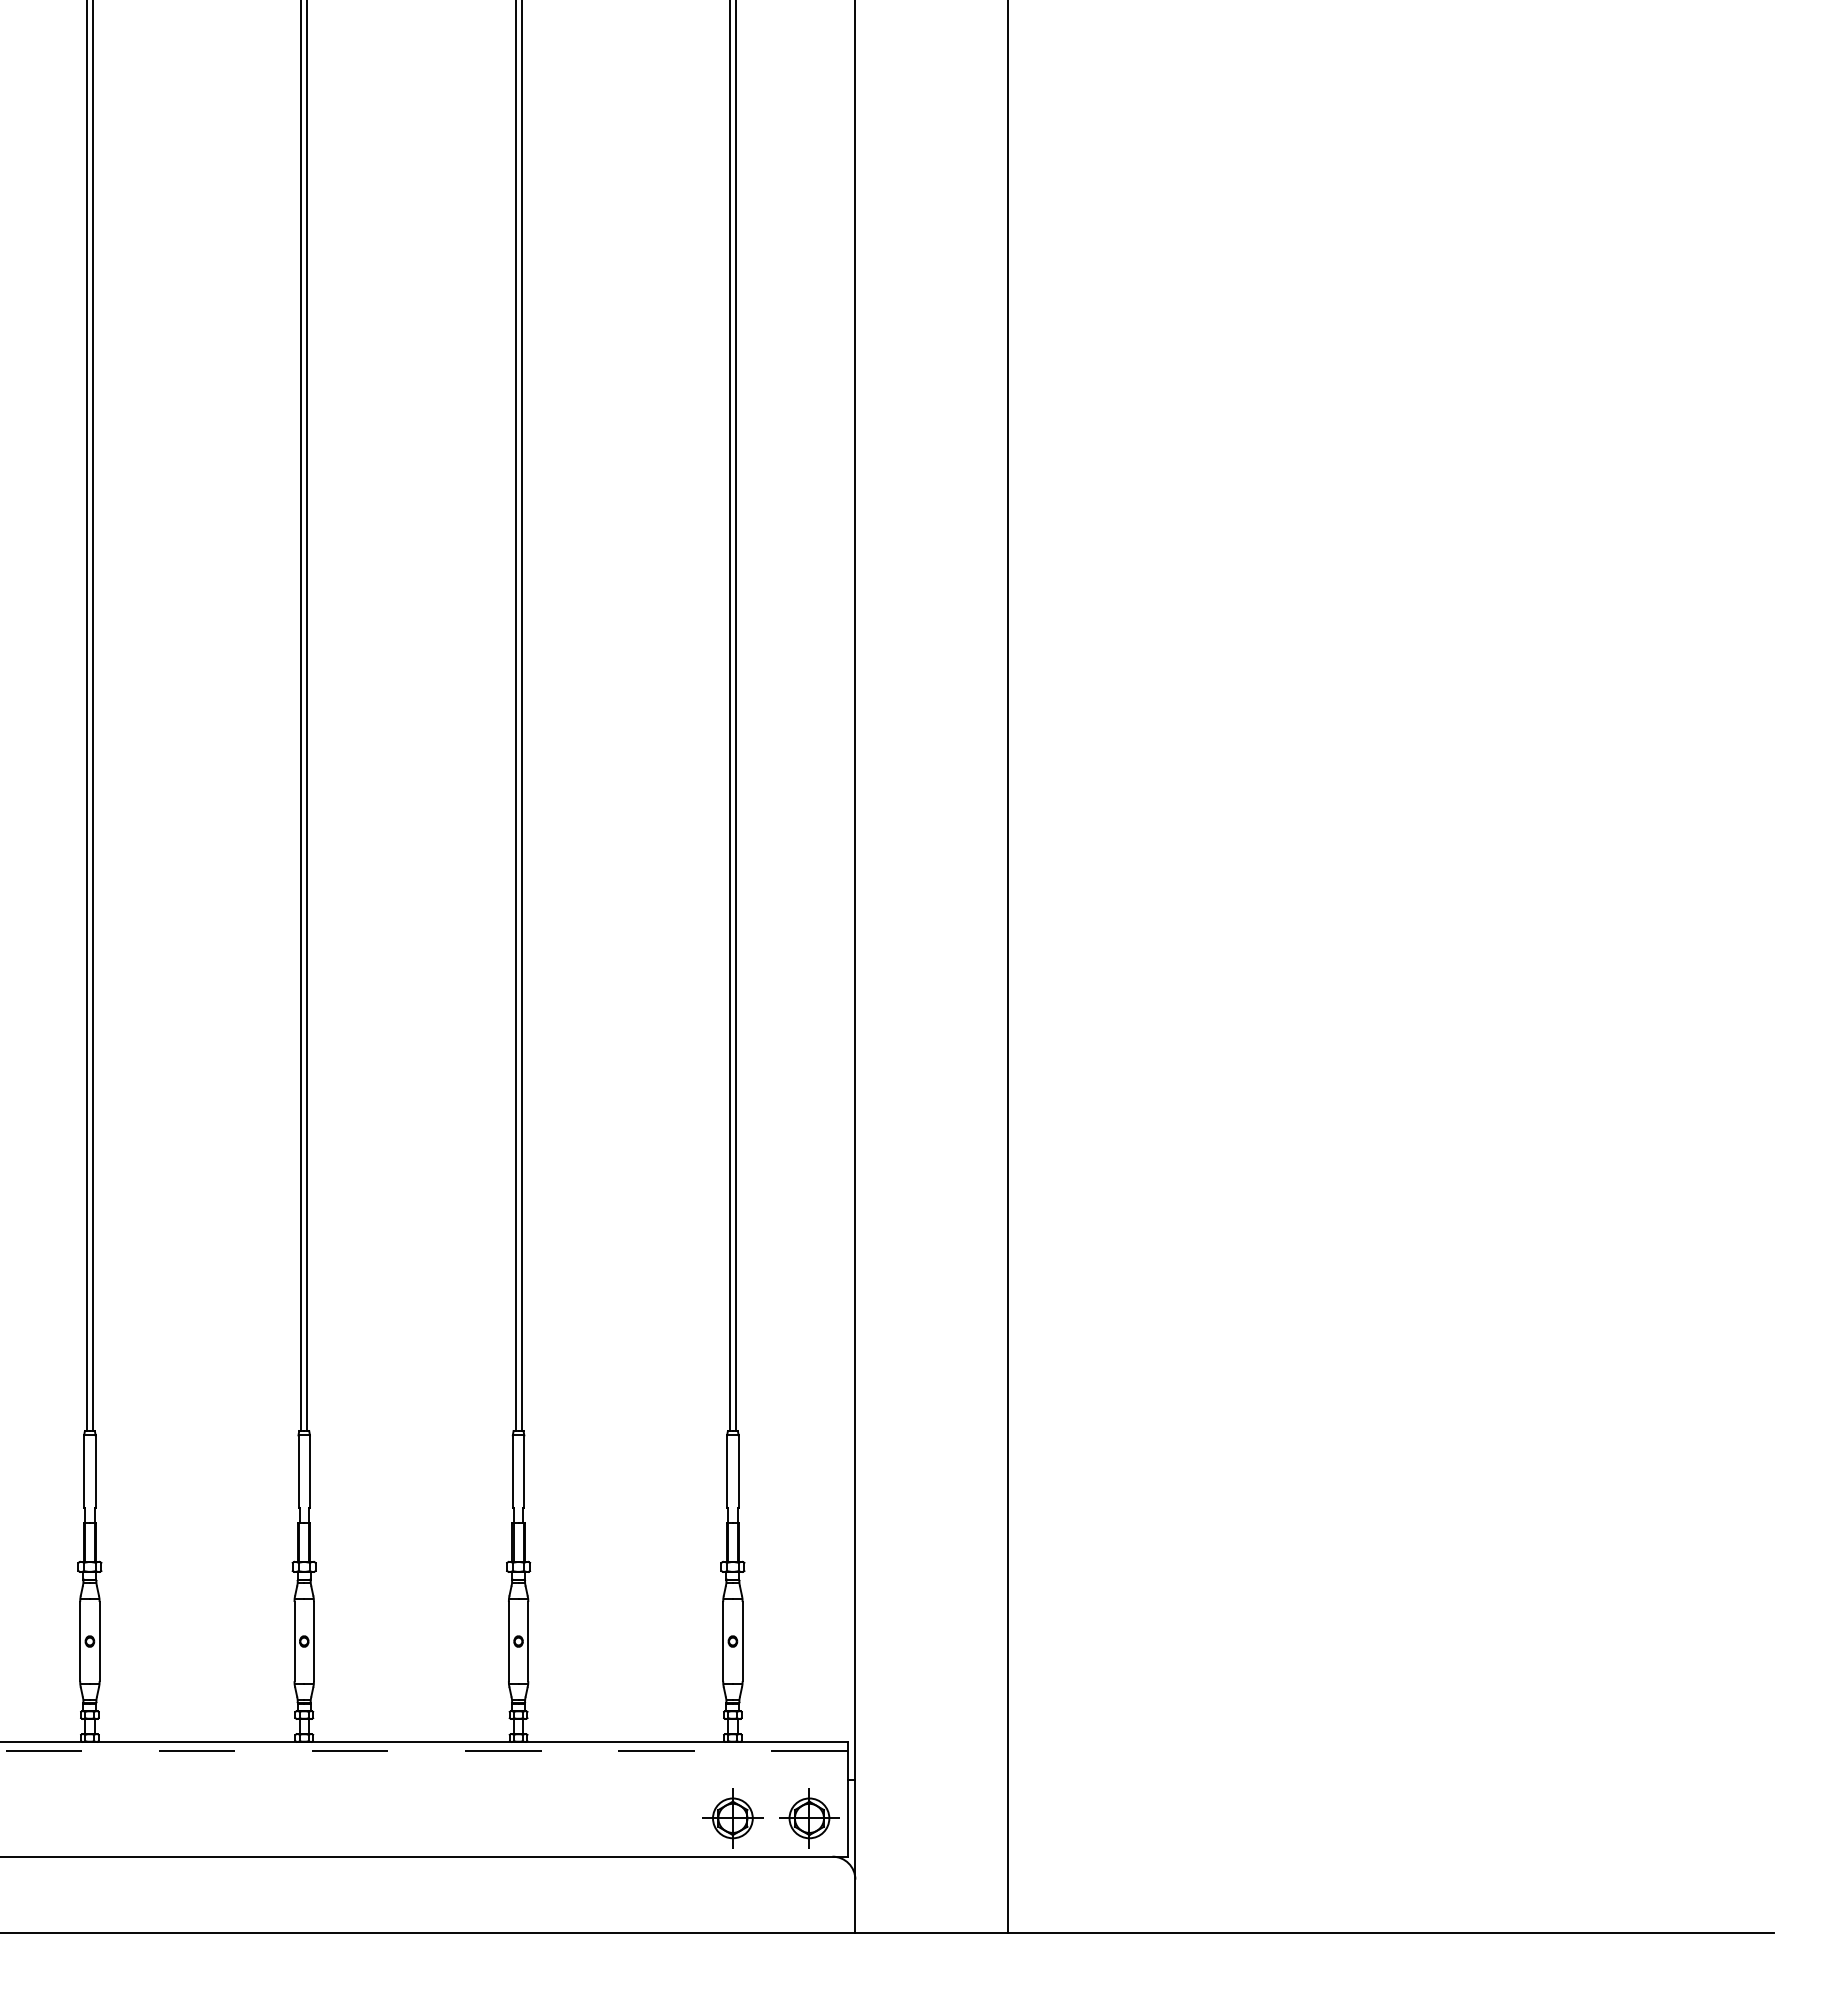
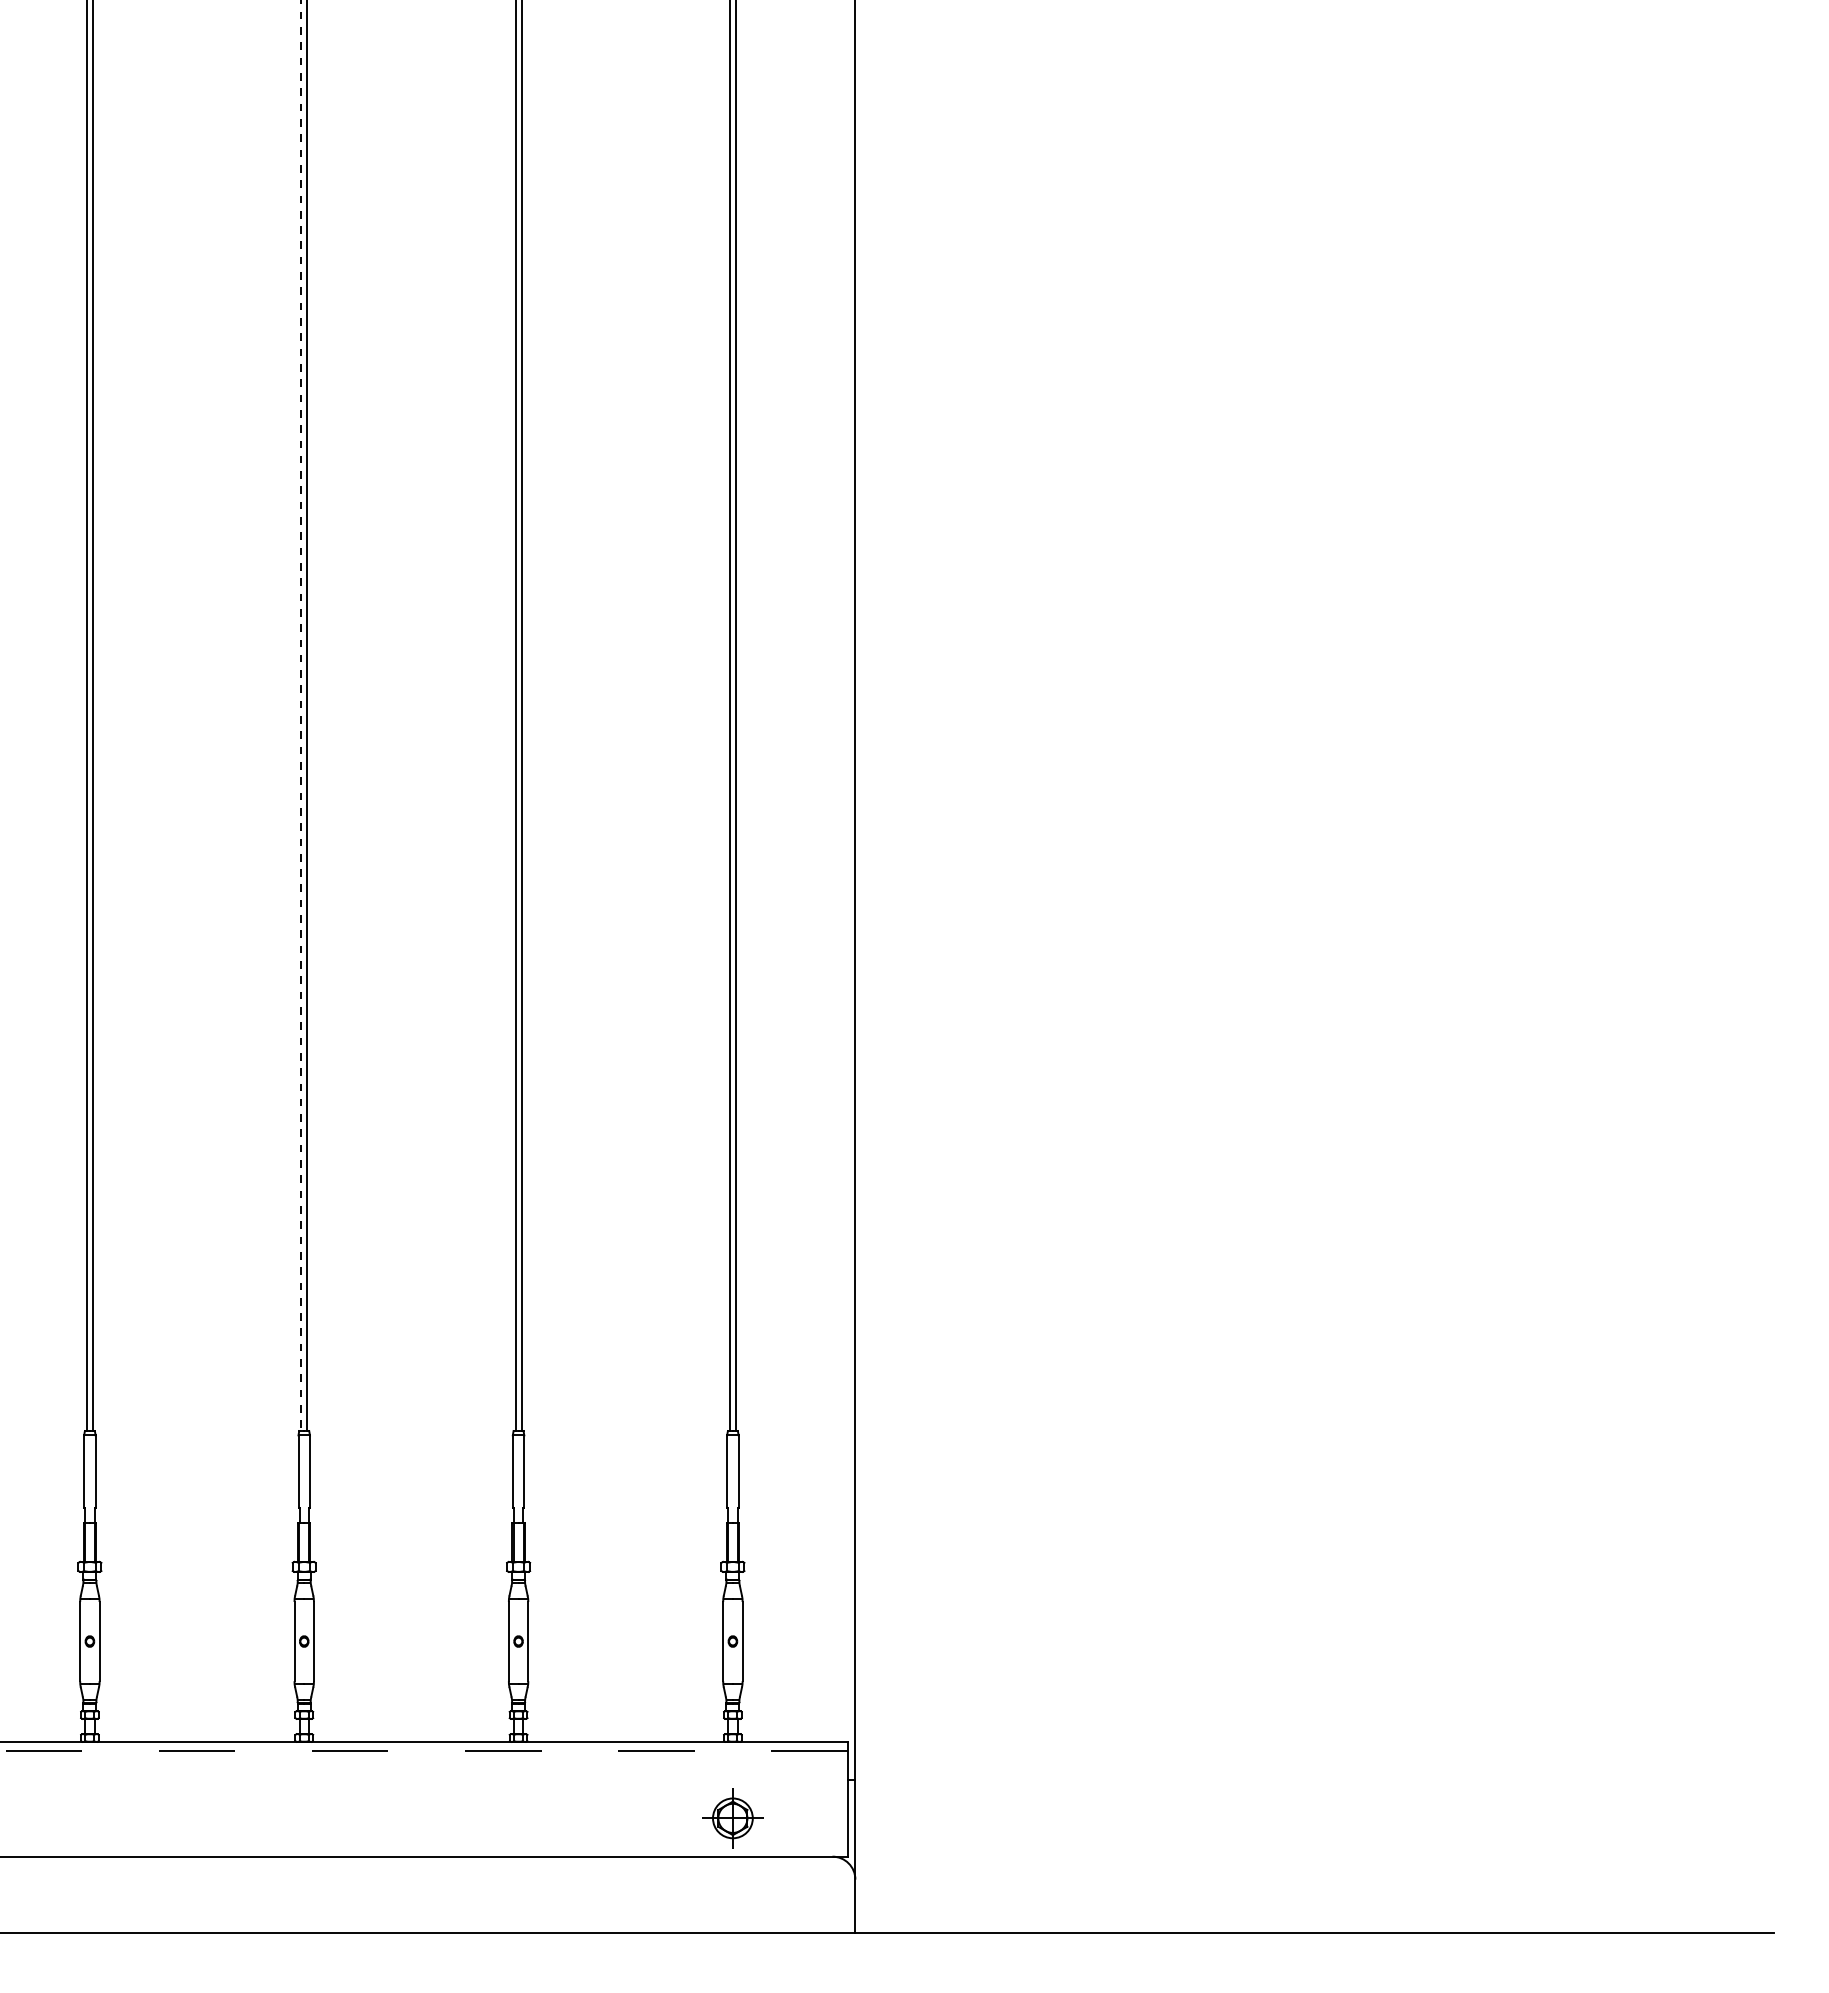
line at (301, 716): solid -> dashed
line at (1008, 967): present -> none
part at (809, 1818): present -> none
